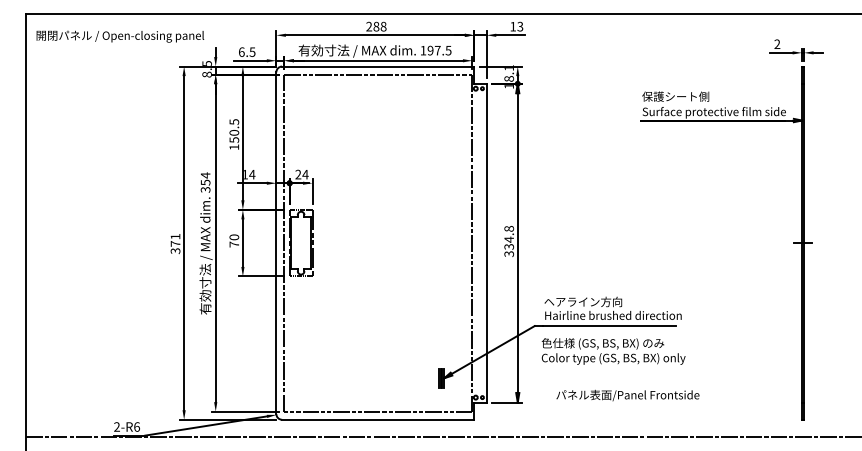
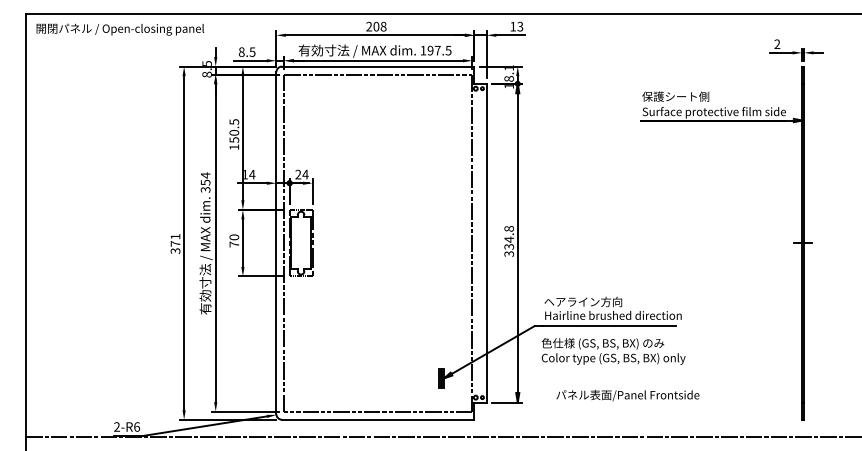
text at (376, 26): 288 -> 208
text at (120, 36) position: (120, 36) -> (120, 29)
text at (241, 51): 6.5 -> 8.5
